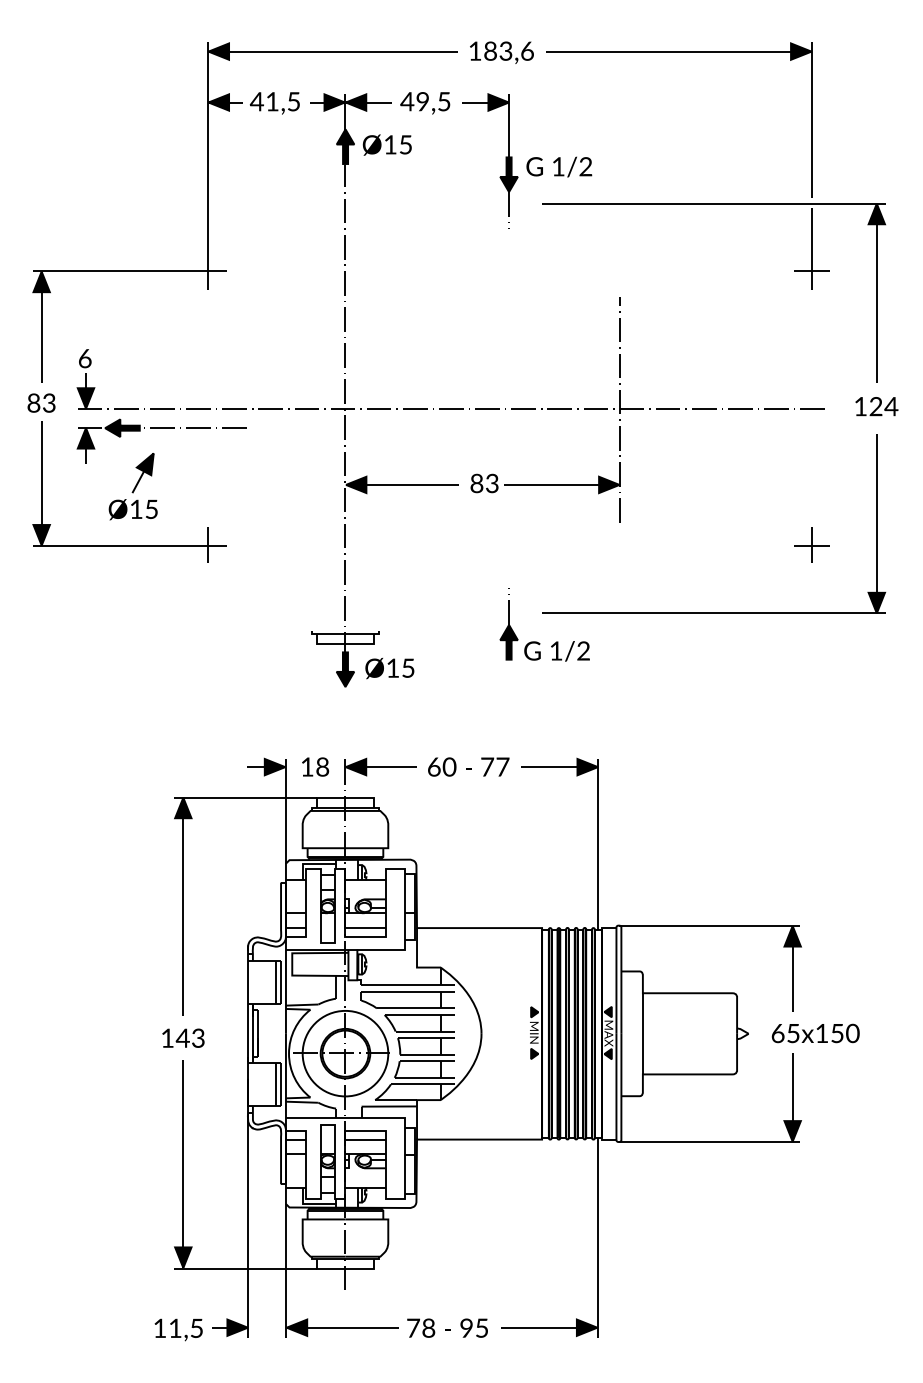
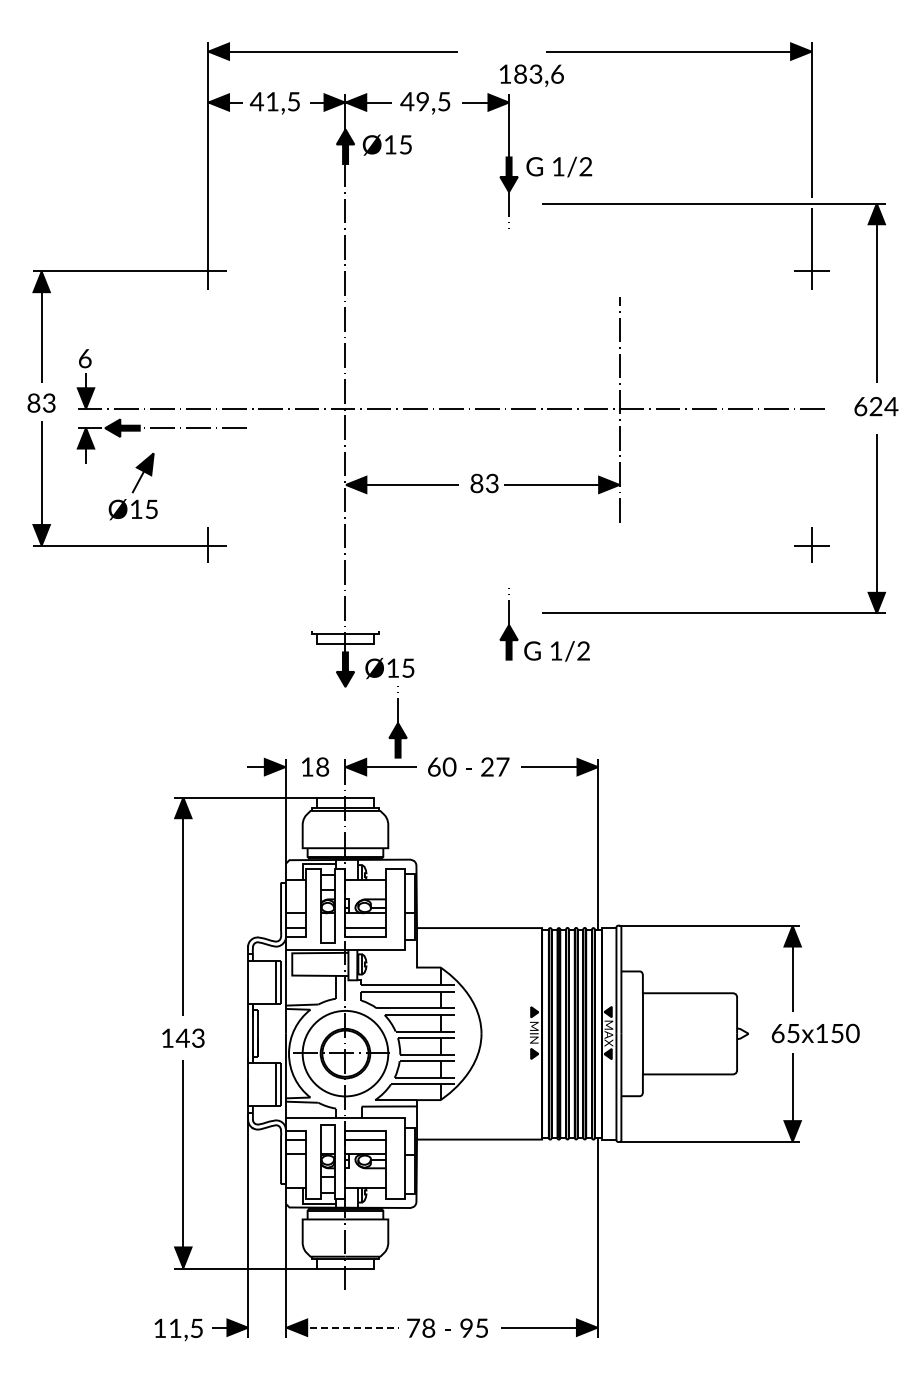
text at (501, 52) position: (501, 52) -> (531, 75)
text at (860, 406): 124 -> 624
part at (397, 722): none -> present
text at (487, 766): 77 -> 27
line at (349, 1327): solid -> dashed
